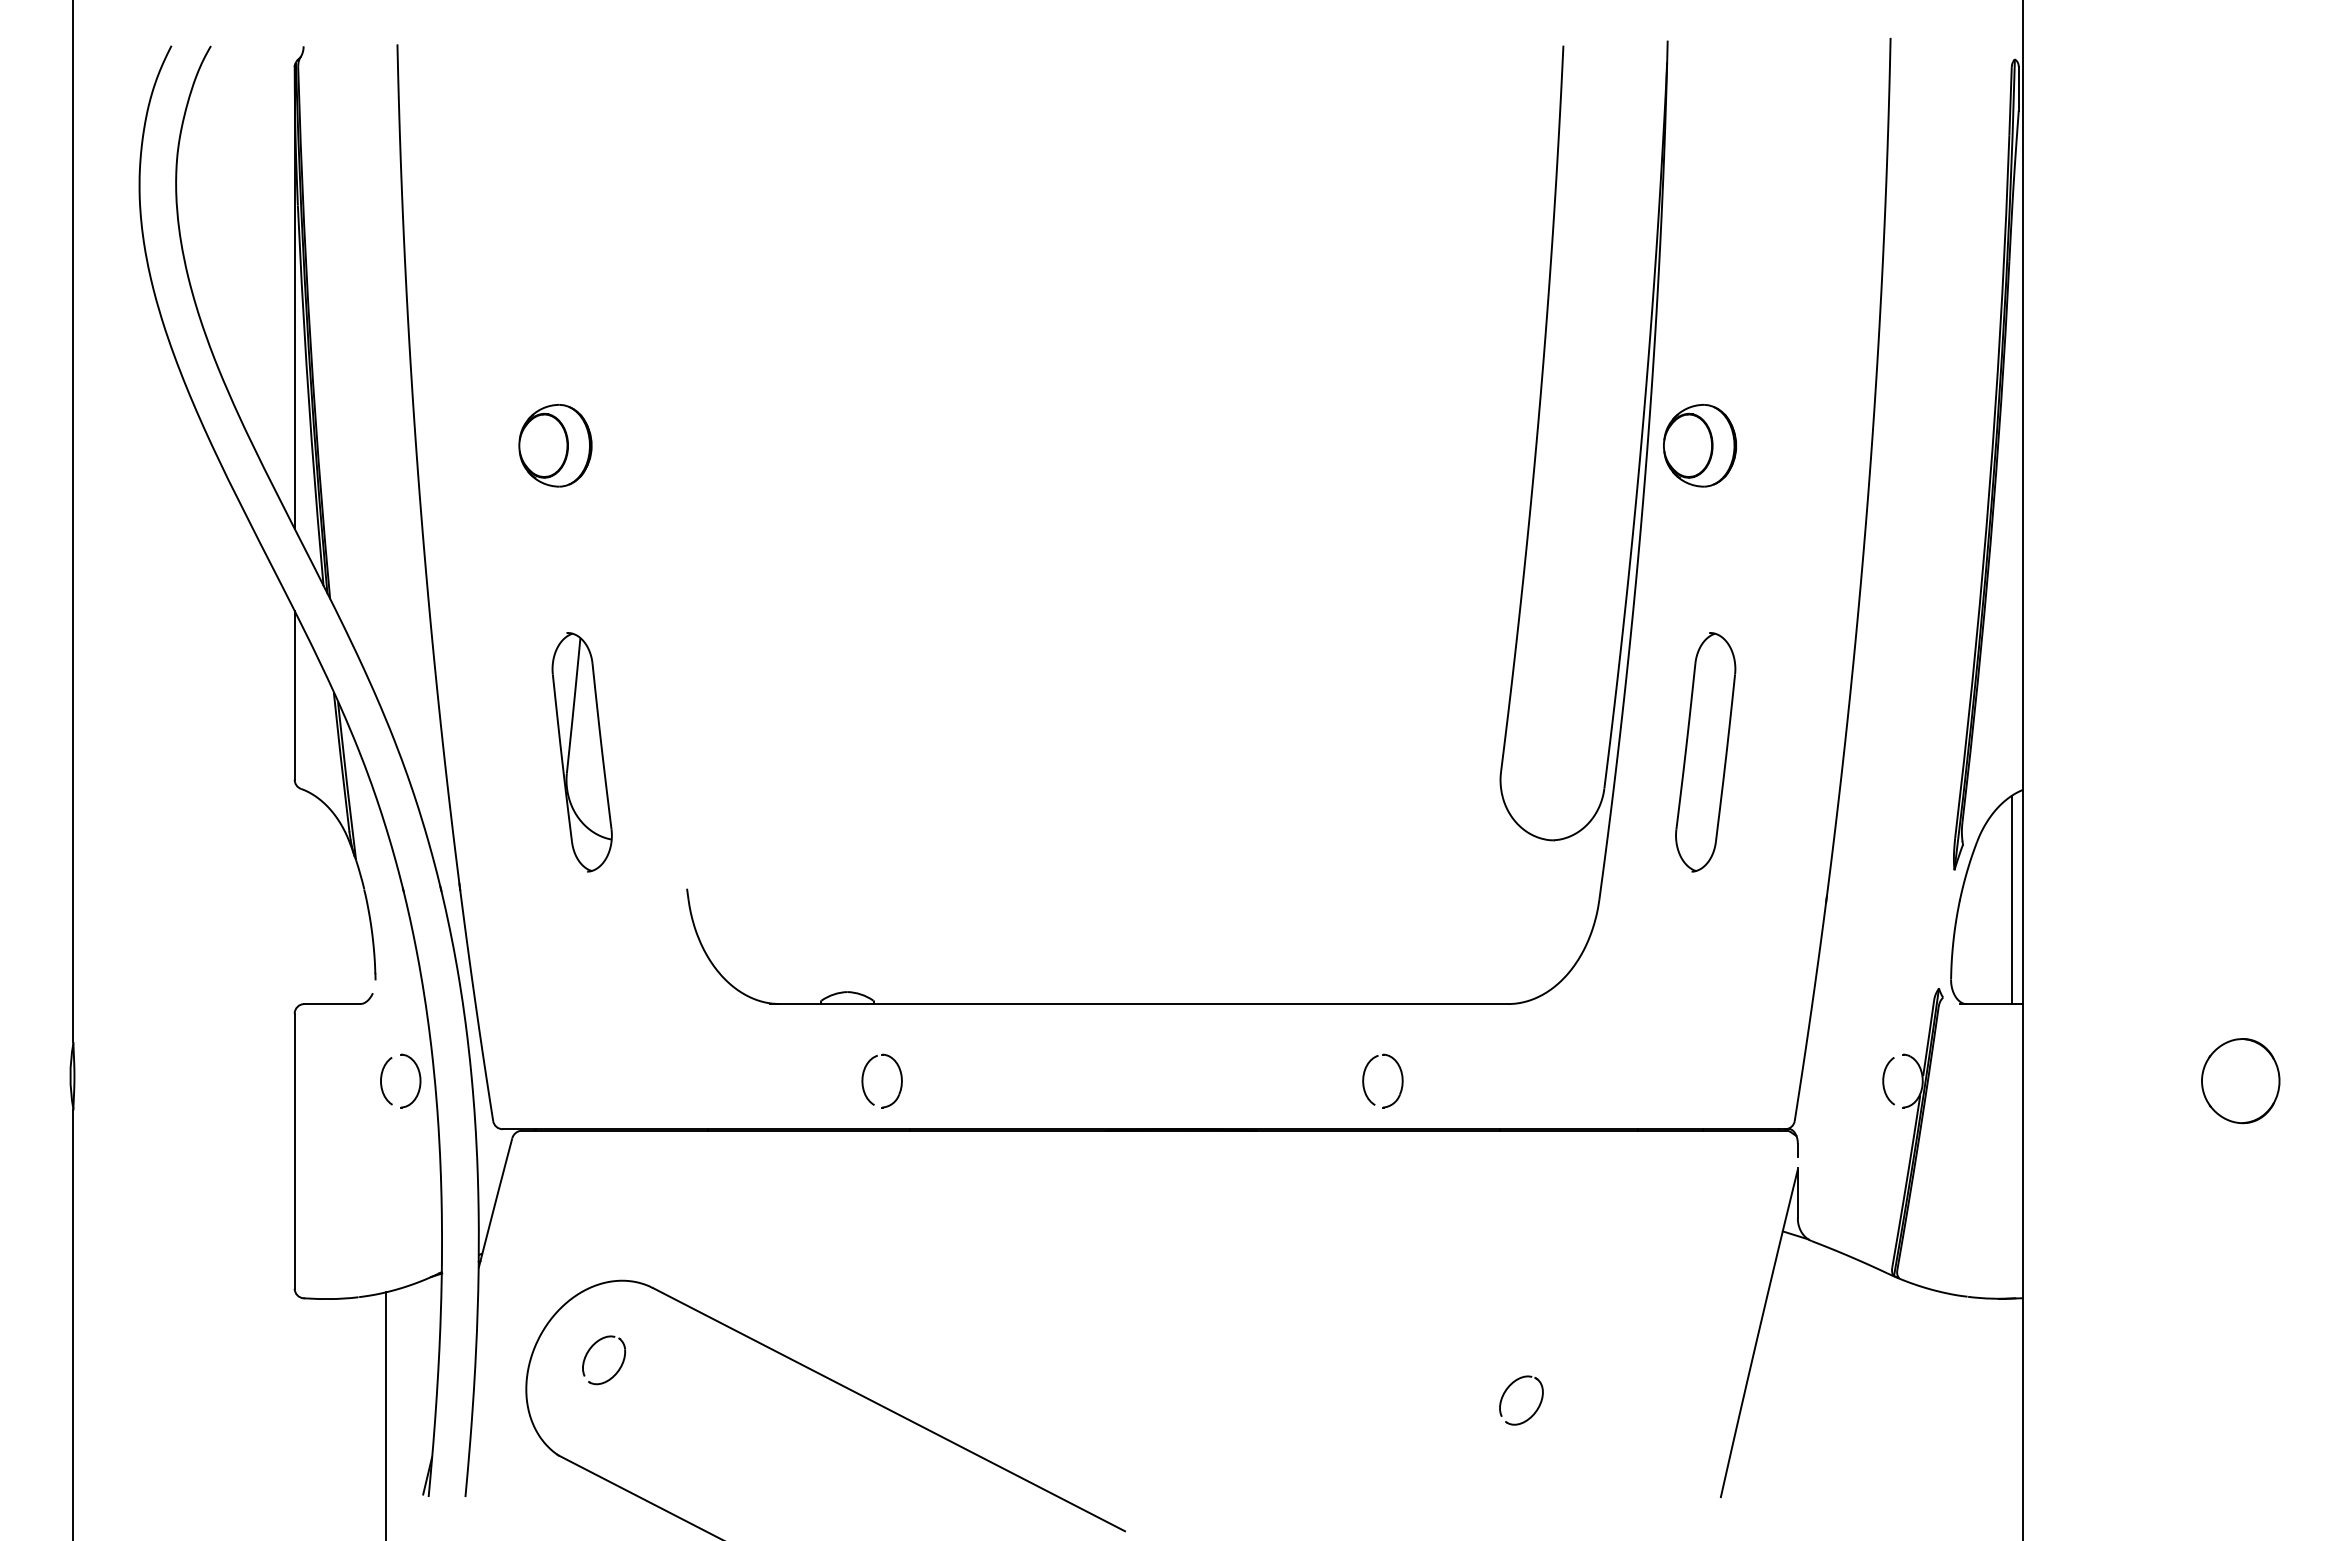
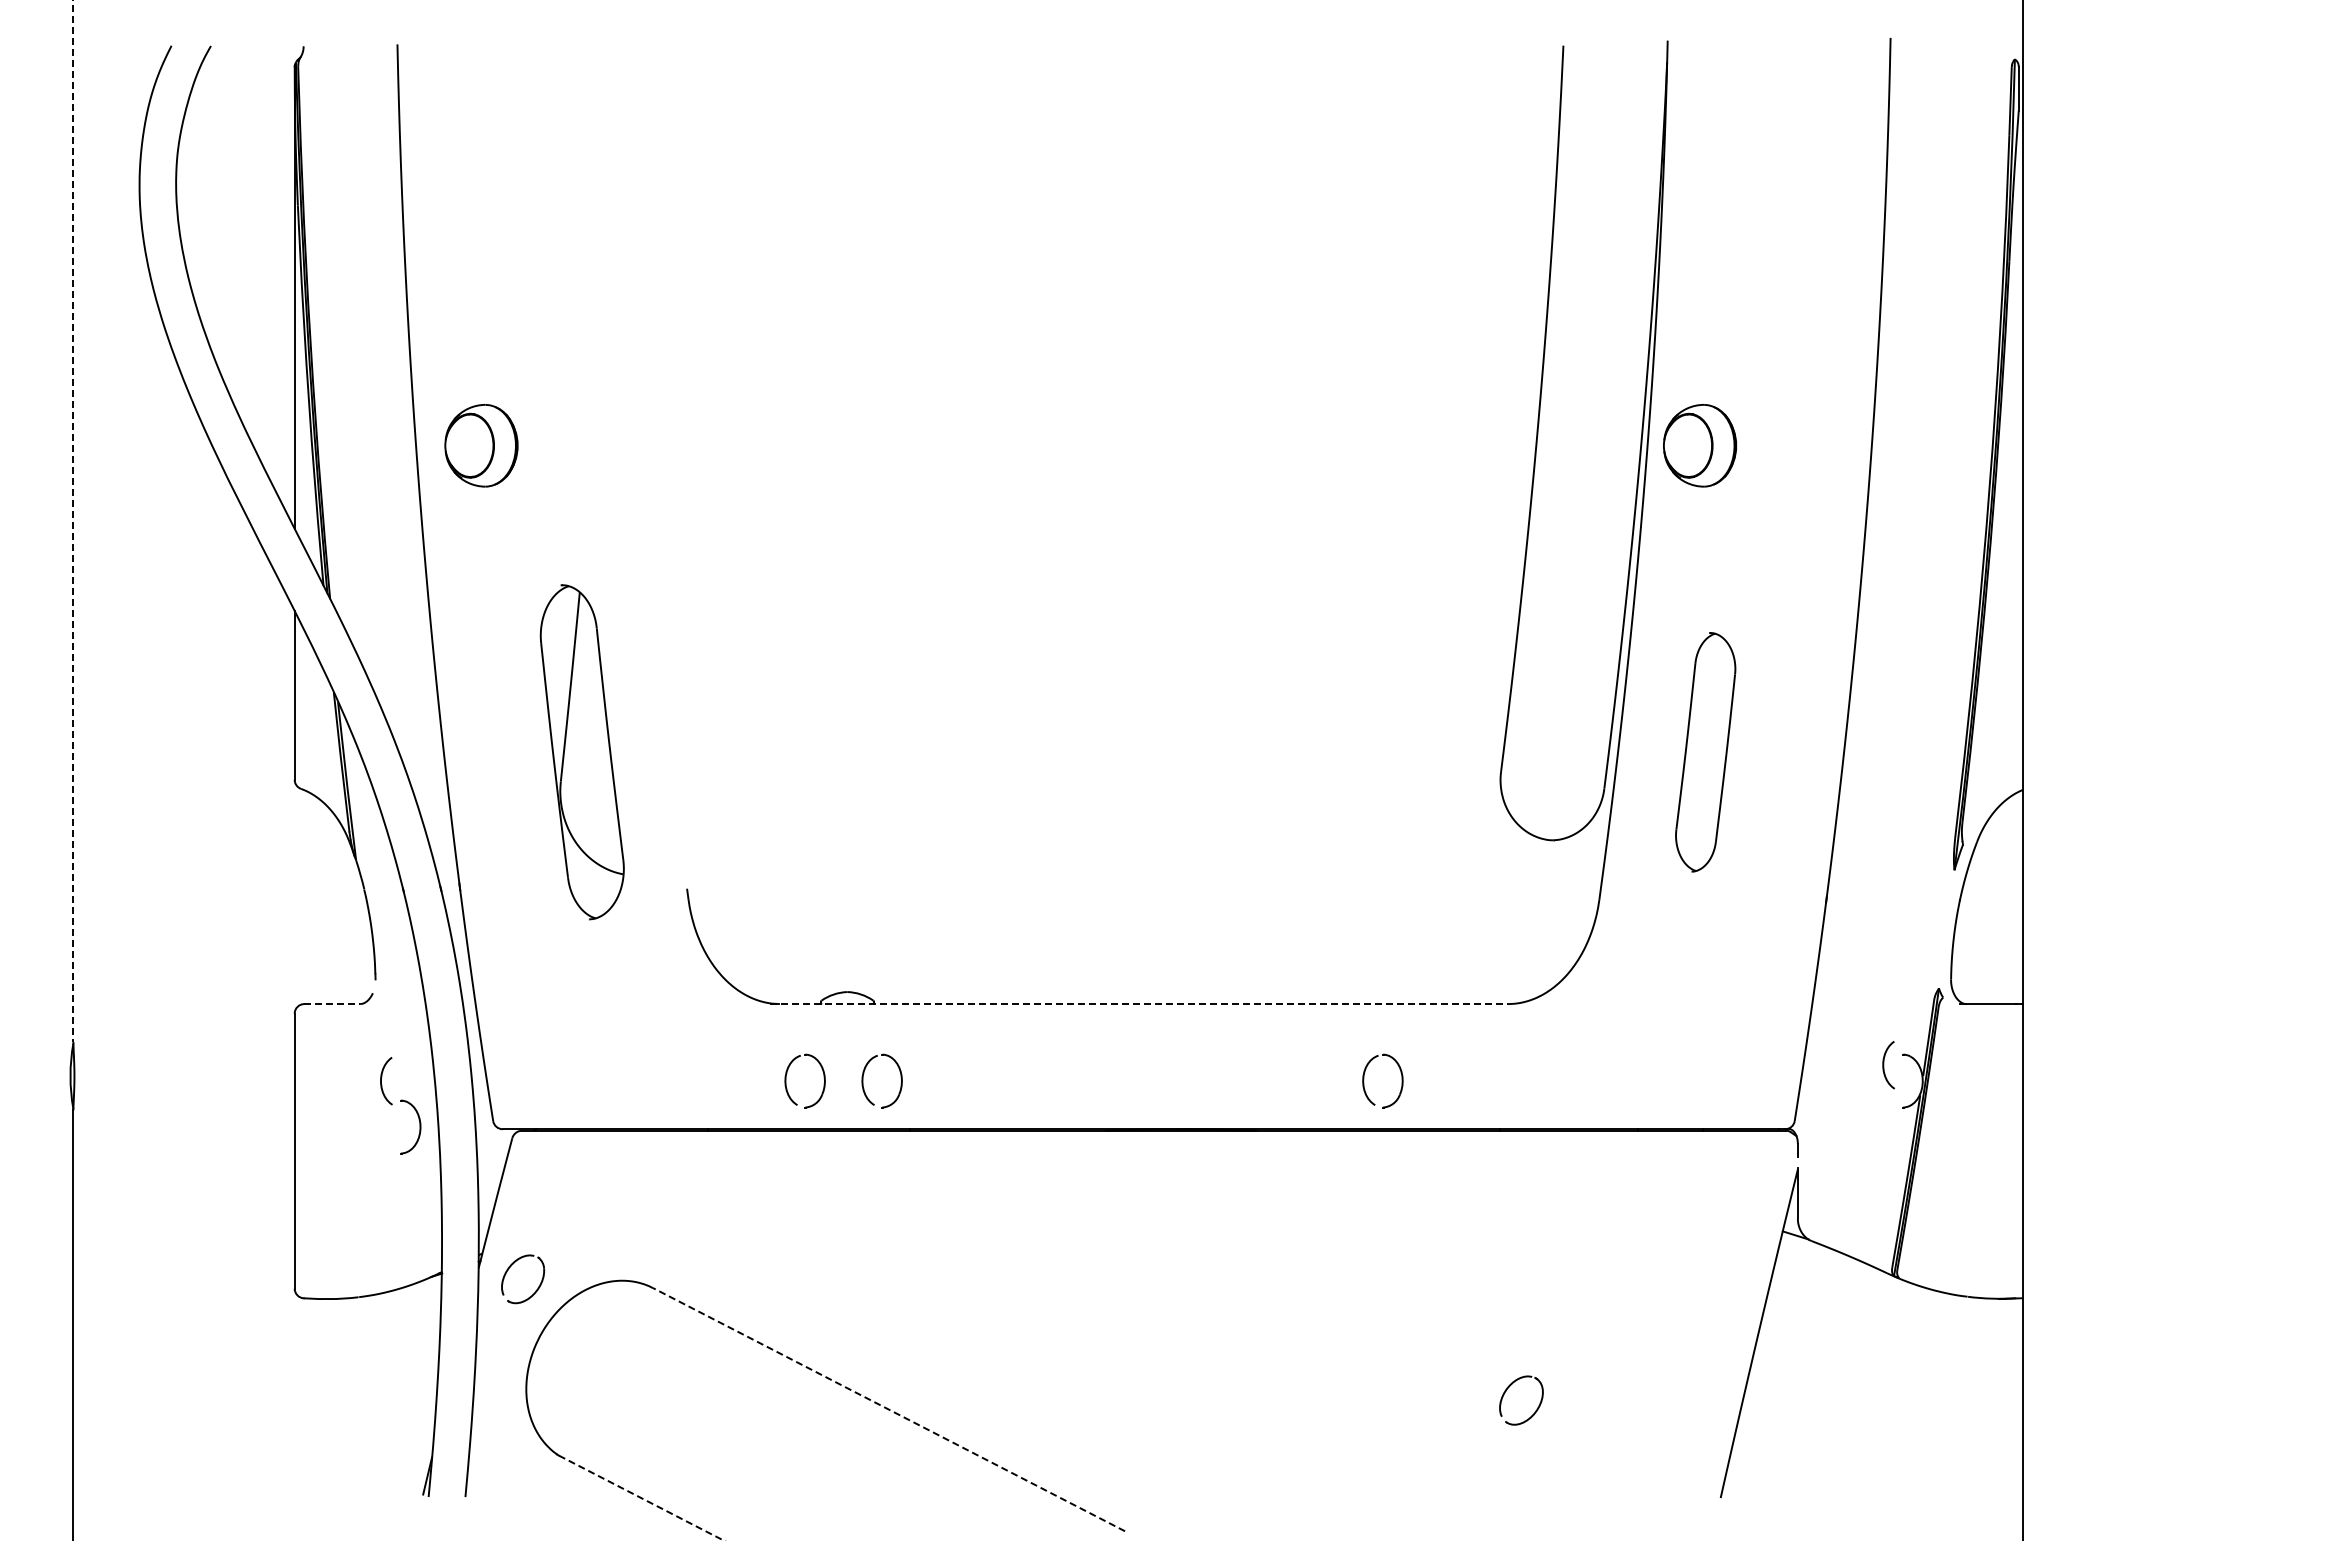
part at (555, 445) position: (555, 445) -> (481, 445)
line at (73, 521): solid -> dashed
part at (581, 752) size: 62x241 px -> 86x337 px
line at (2011, 899): present -> none
line at (332, 1004): solid -> dashed
line at (1139, 1004): solid -> dashed
part at (419, 1080) position: (419, 1080) -> (419, 1126)
part at (786, 1080): none -> present
curve at (1884, 1081) position: (1884, 1081) -> (1884, 1065)
part at (2240, 1081): present -> none
part at (616, 1371) position: (616, 1371) -> (535, 1290)
line at (888, 1409): solid -> dashed
line at (386, 1414): present -> none
line at (641, 1498): solid -> dashed
